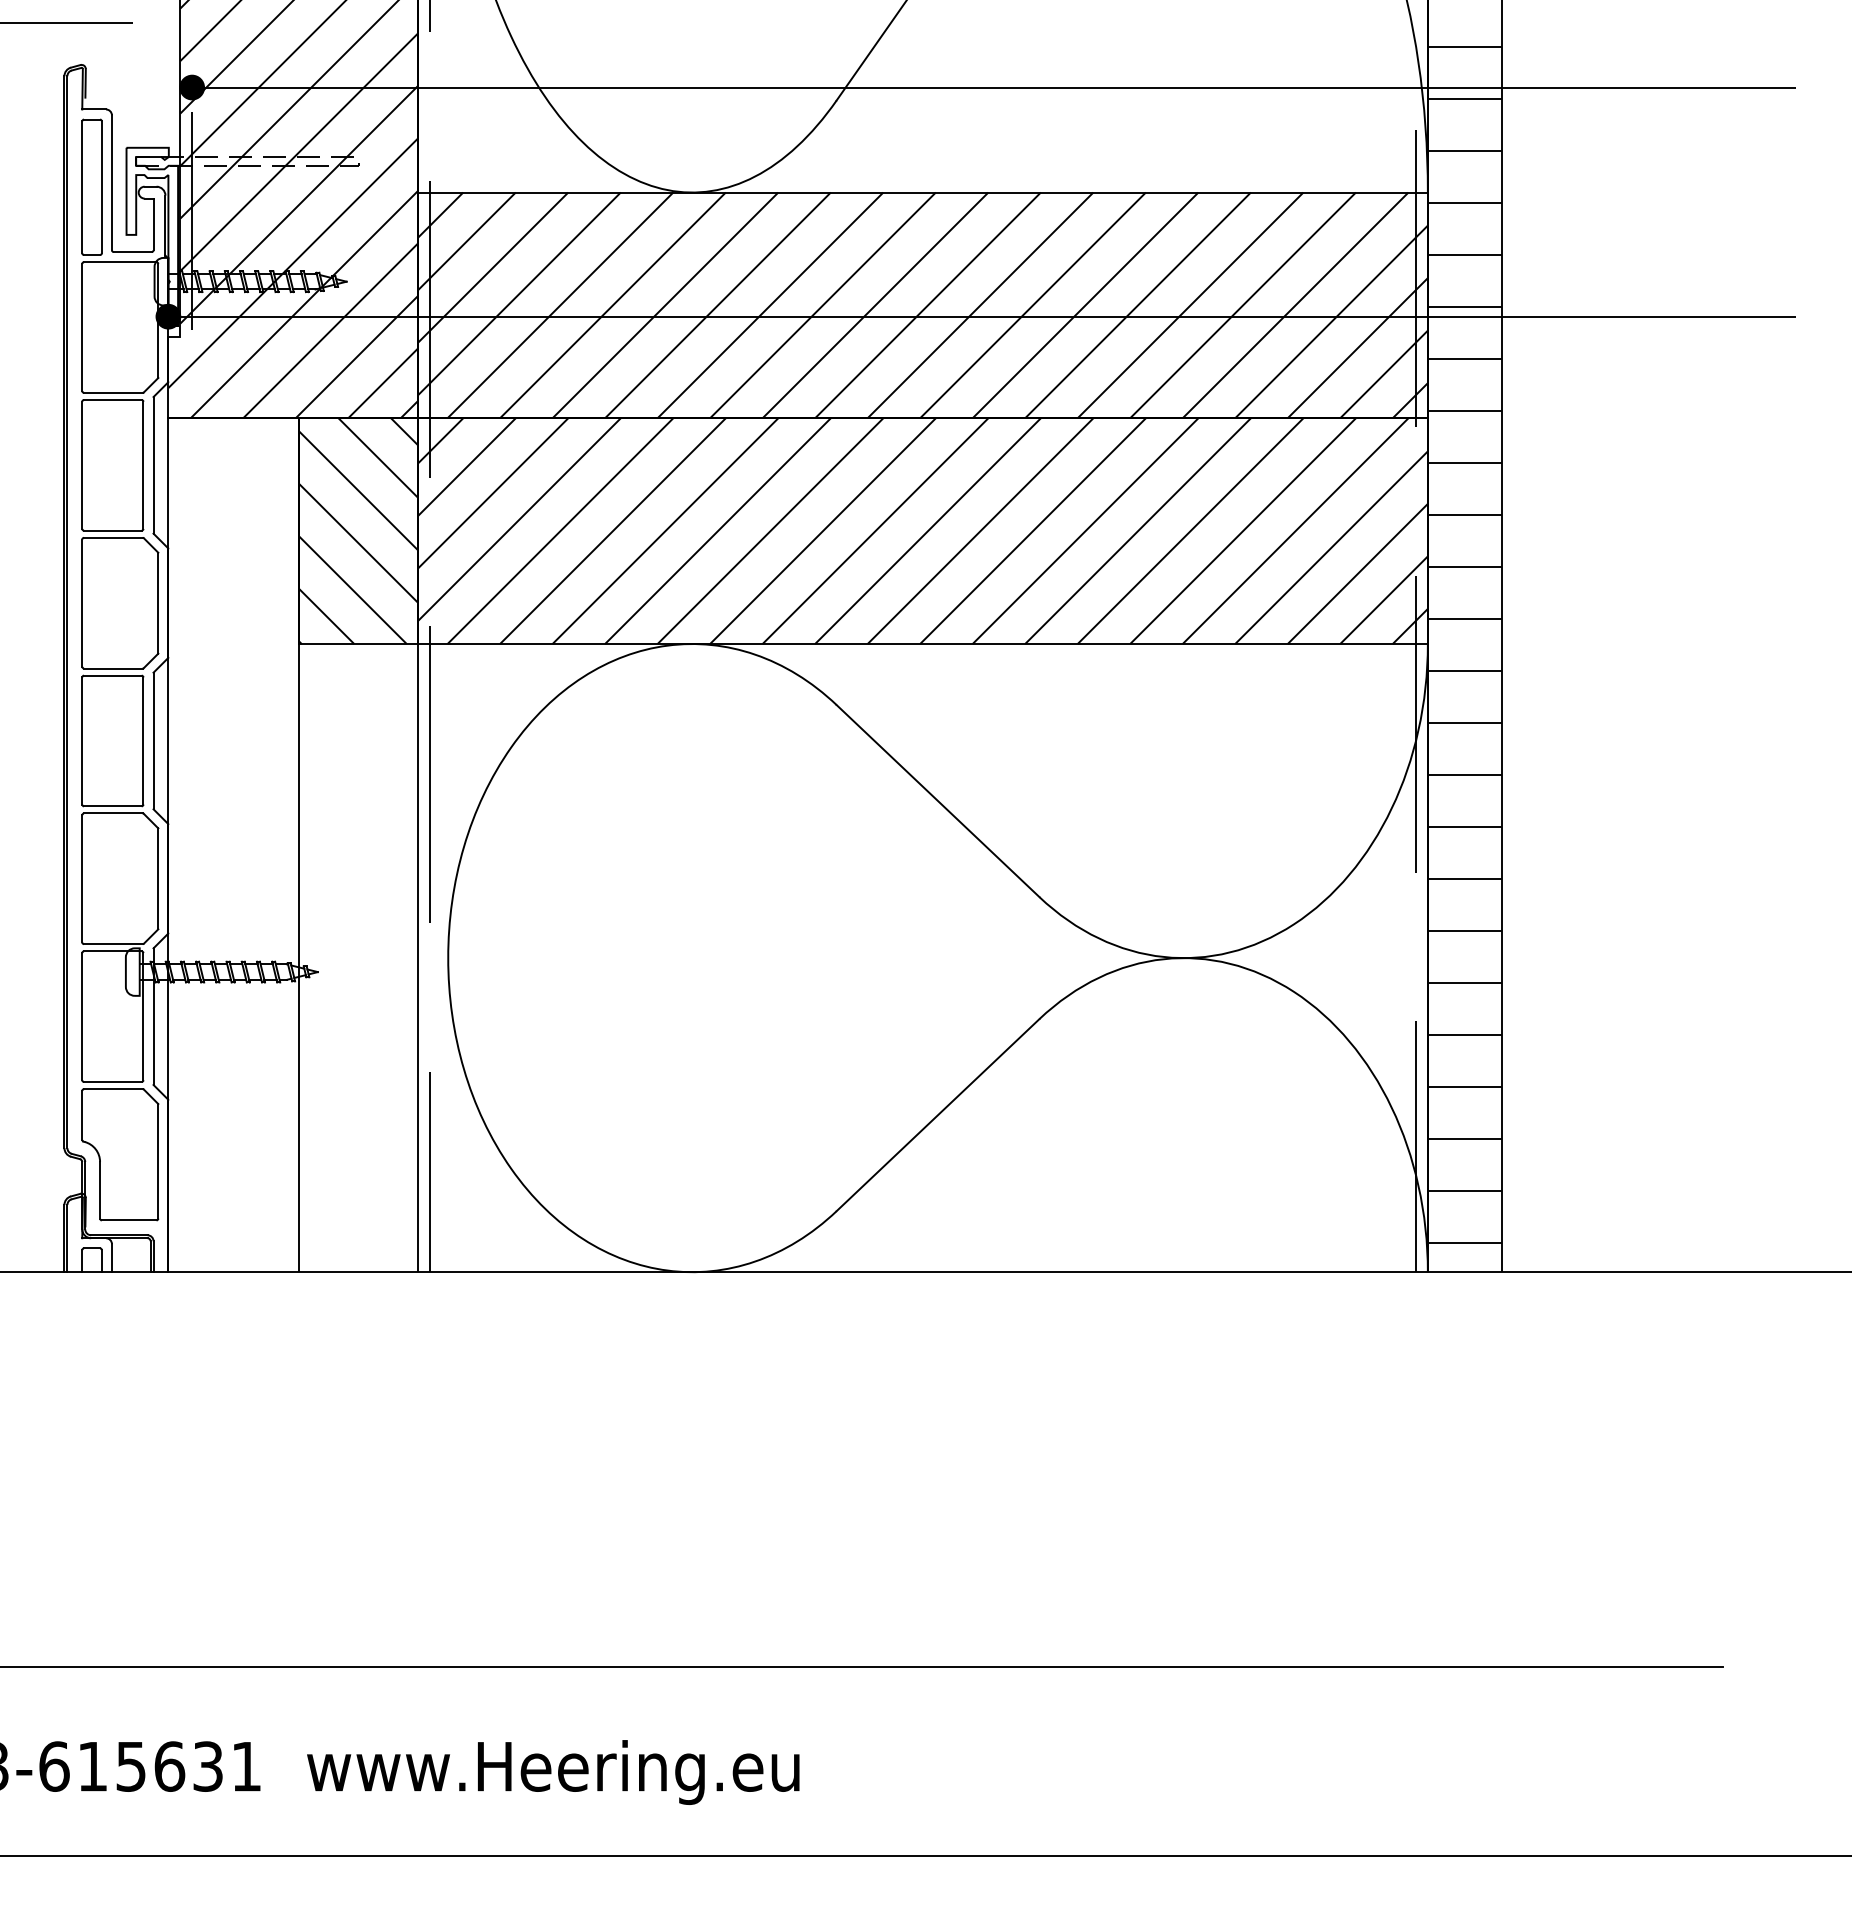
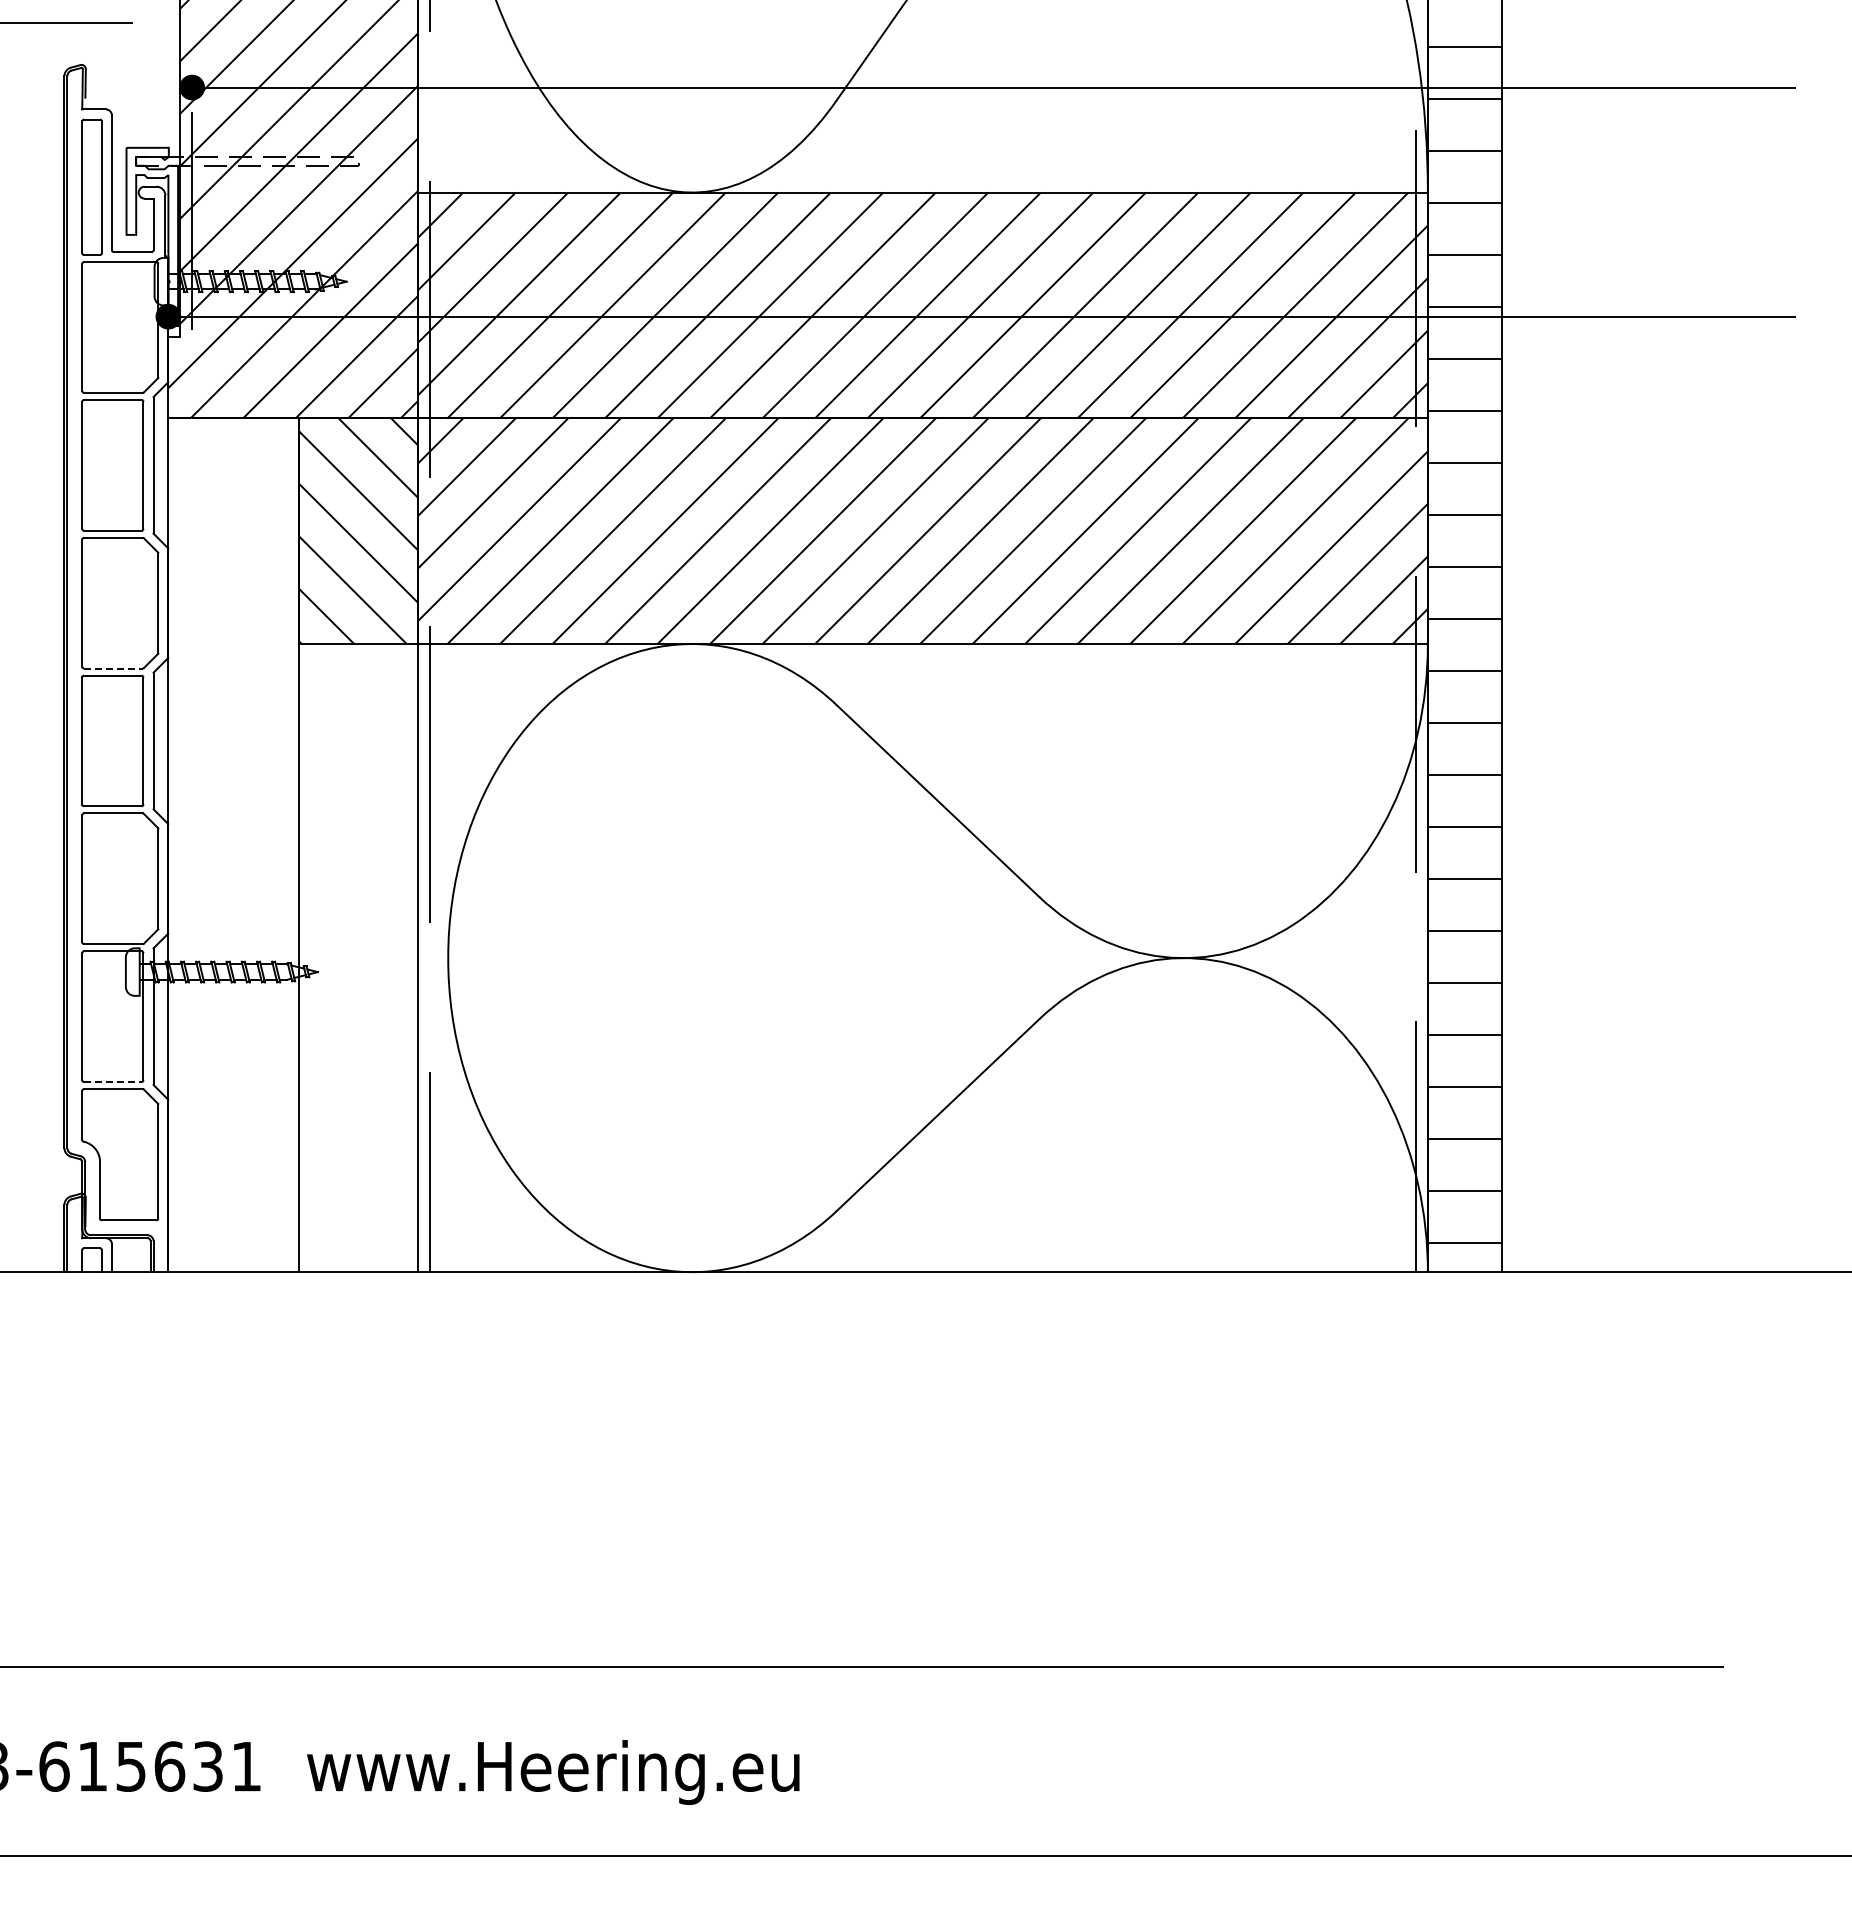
line at (113, 668): solid -> dashed
line at (112, 1082): solid -> dashed
